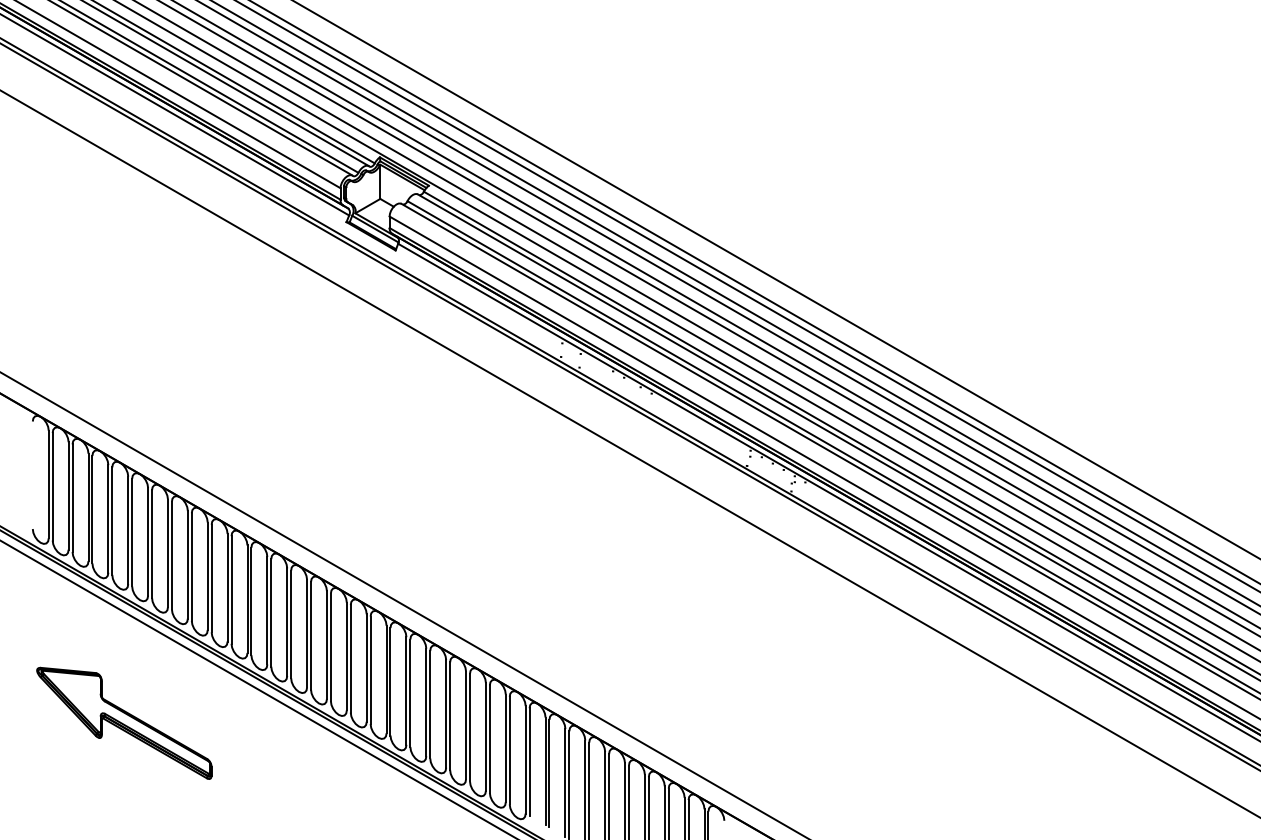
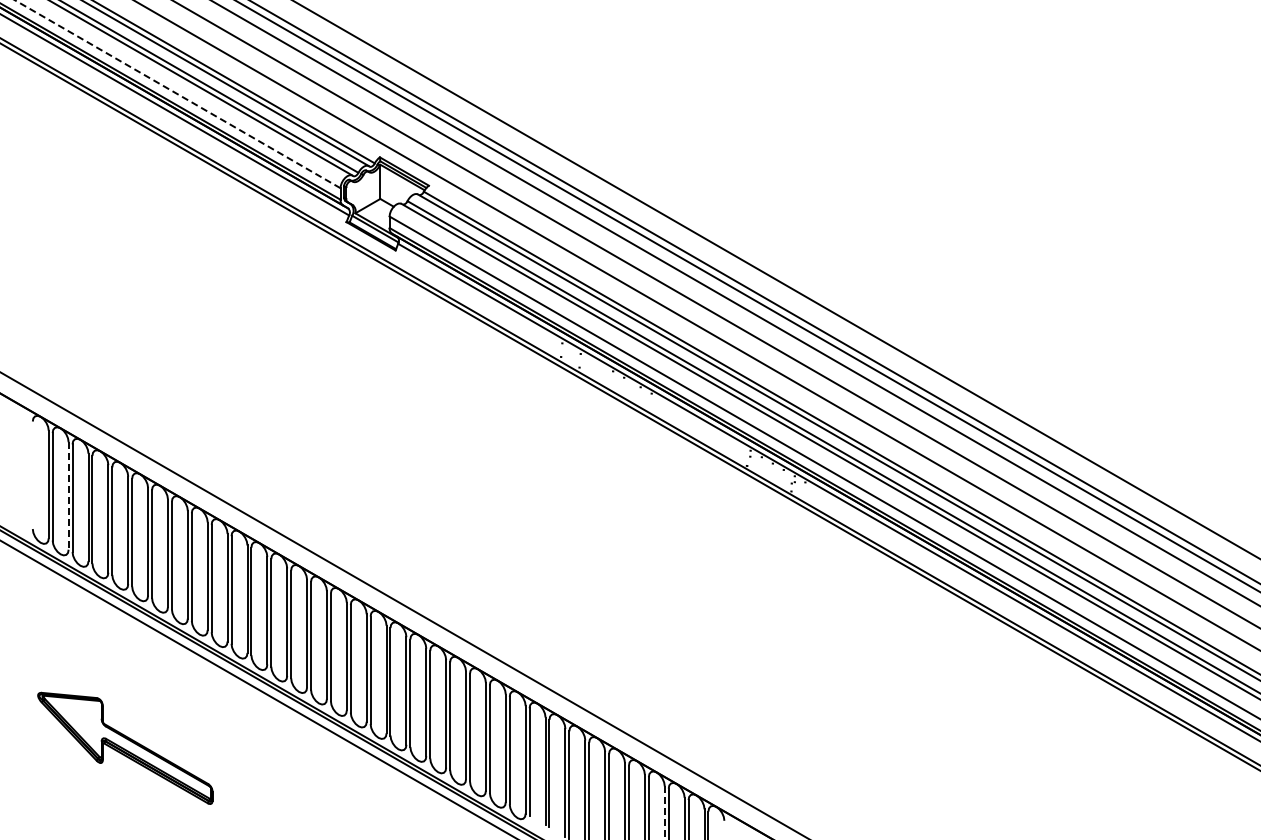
line at (177, 94): solid -> dashed
line at (728, 307): present -> none
line at (709, 318): present -> none
line at (687, 331): present -> none
line at (629, 453): present -> none
line at (68, 495): solid -> dashed
part at (124, 722) position: (124, 722) -> (125, 747)
line at (664, 813): solid -> dashed
